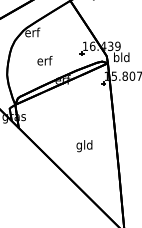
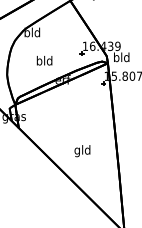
text at (32, 32): erf -> bld
text at (44, 60): erf -> bld
text at (84, 146) position: (84, 146) -> (82, 151)
